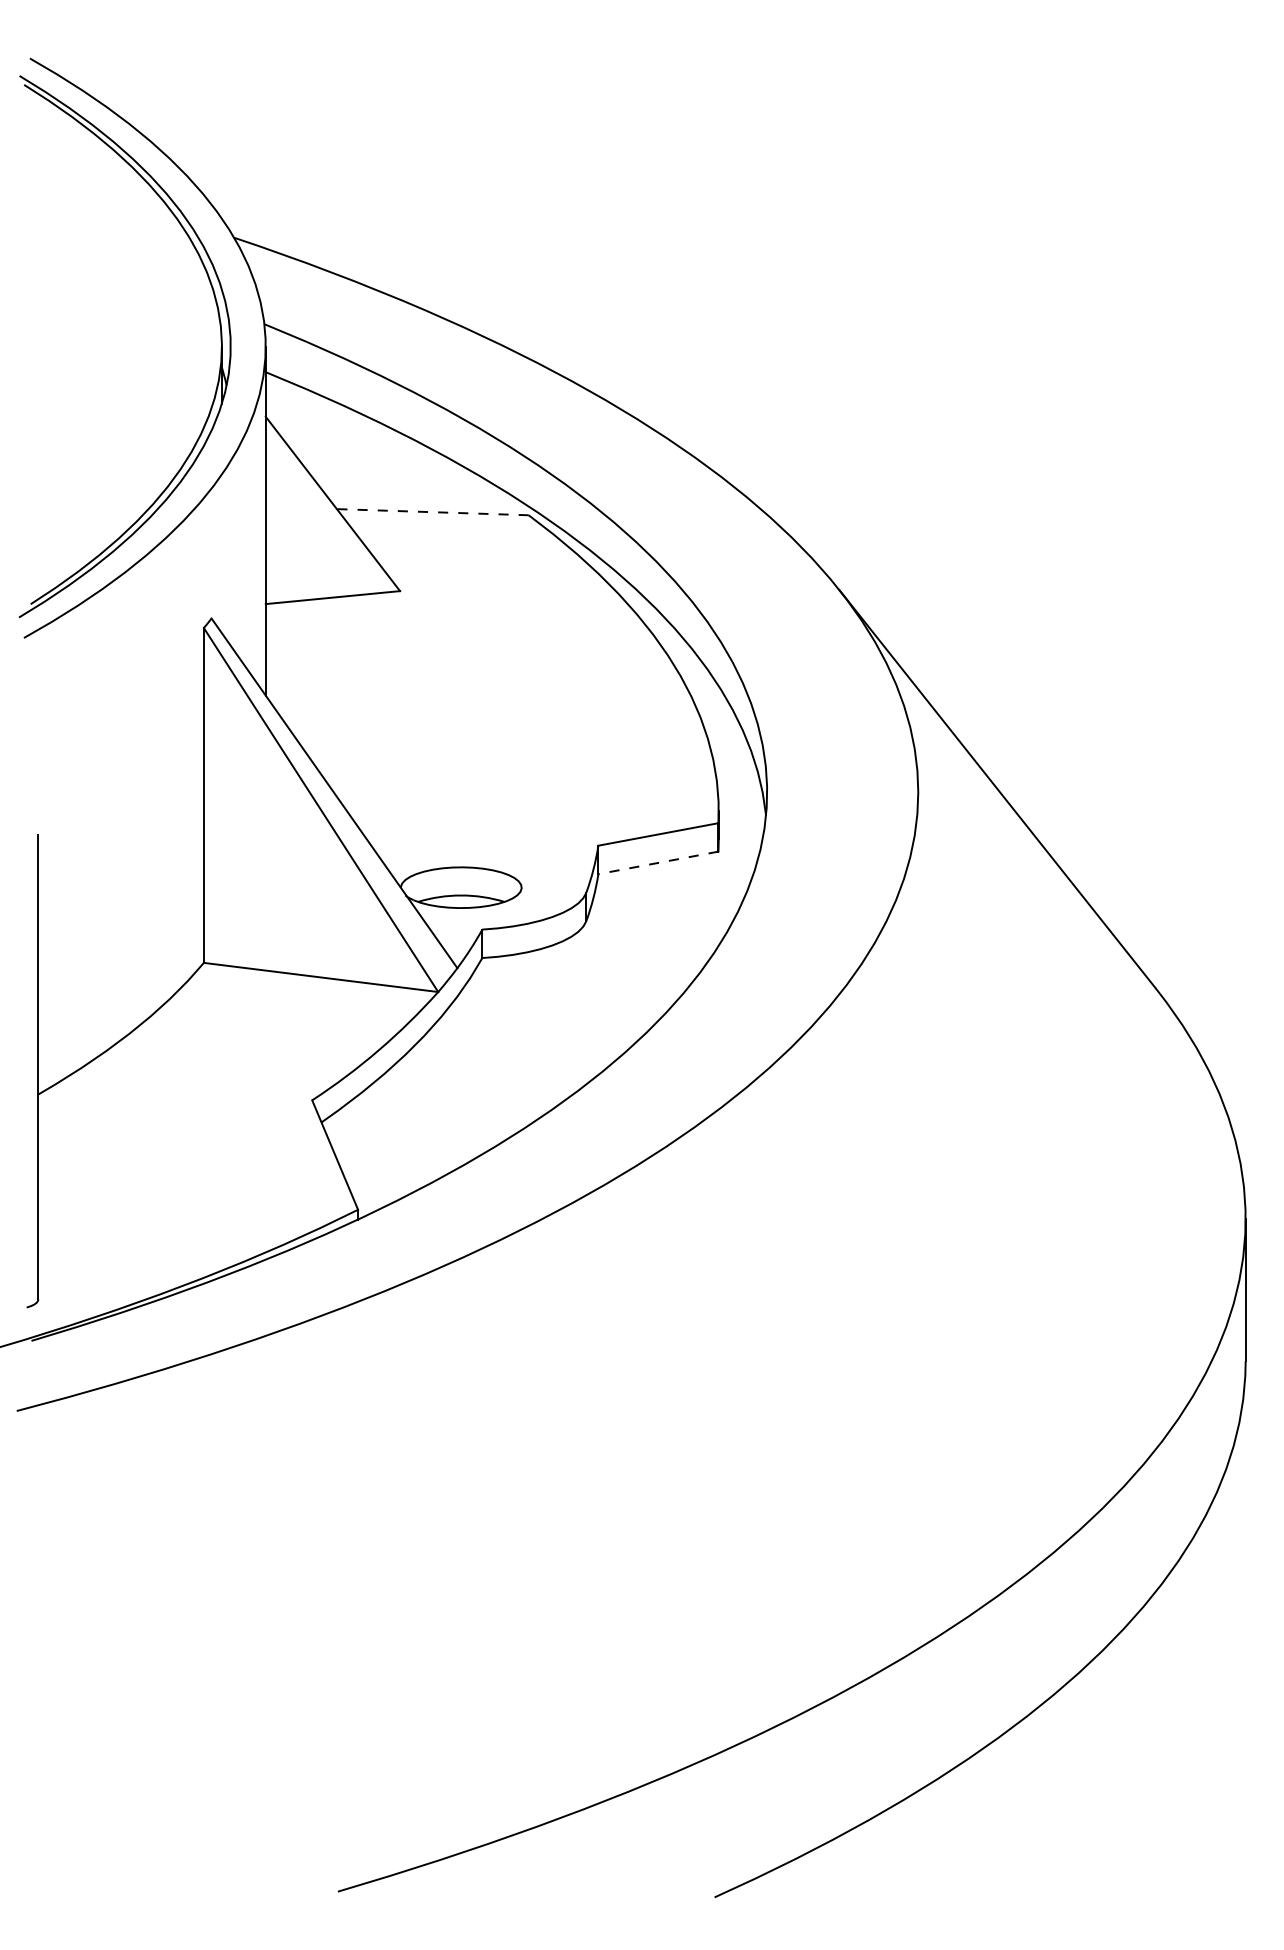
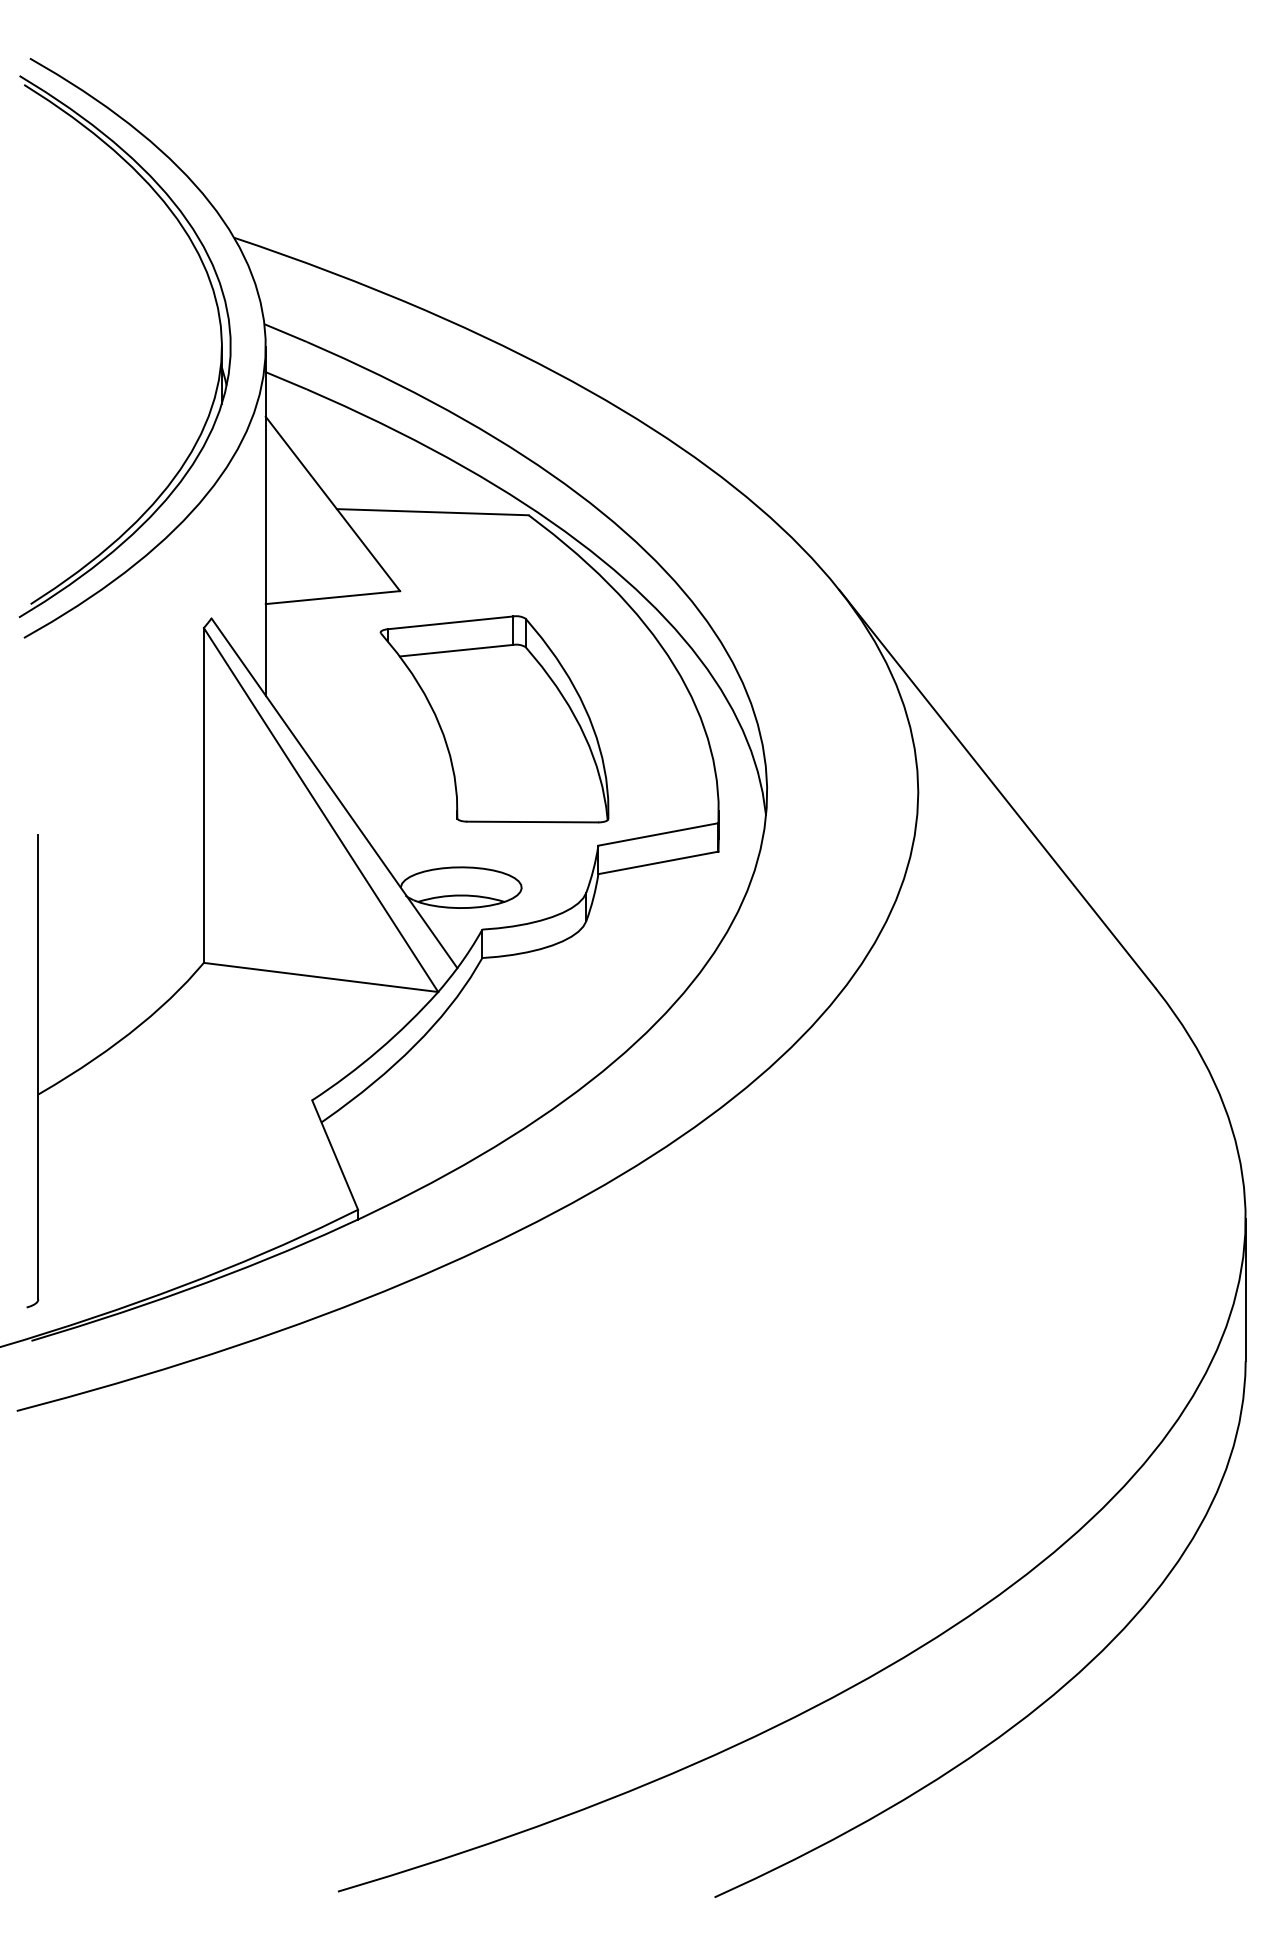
line at (432, 512): dashed -> solid
part at (494, 719): none -> present
line at (657, 862): dashed -> solid
